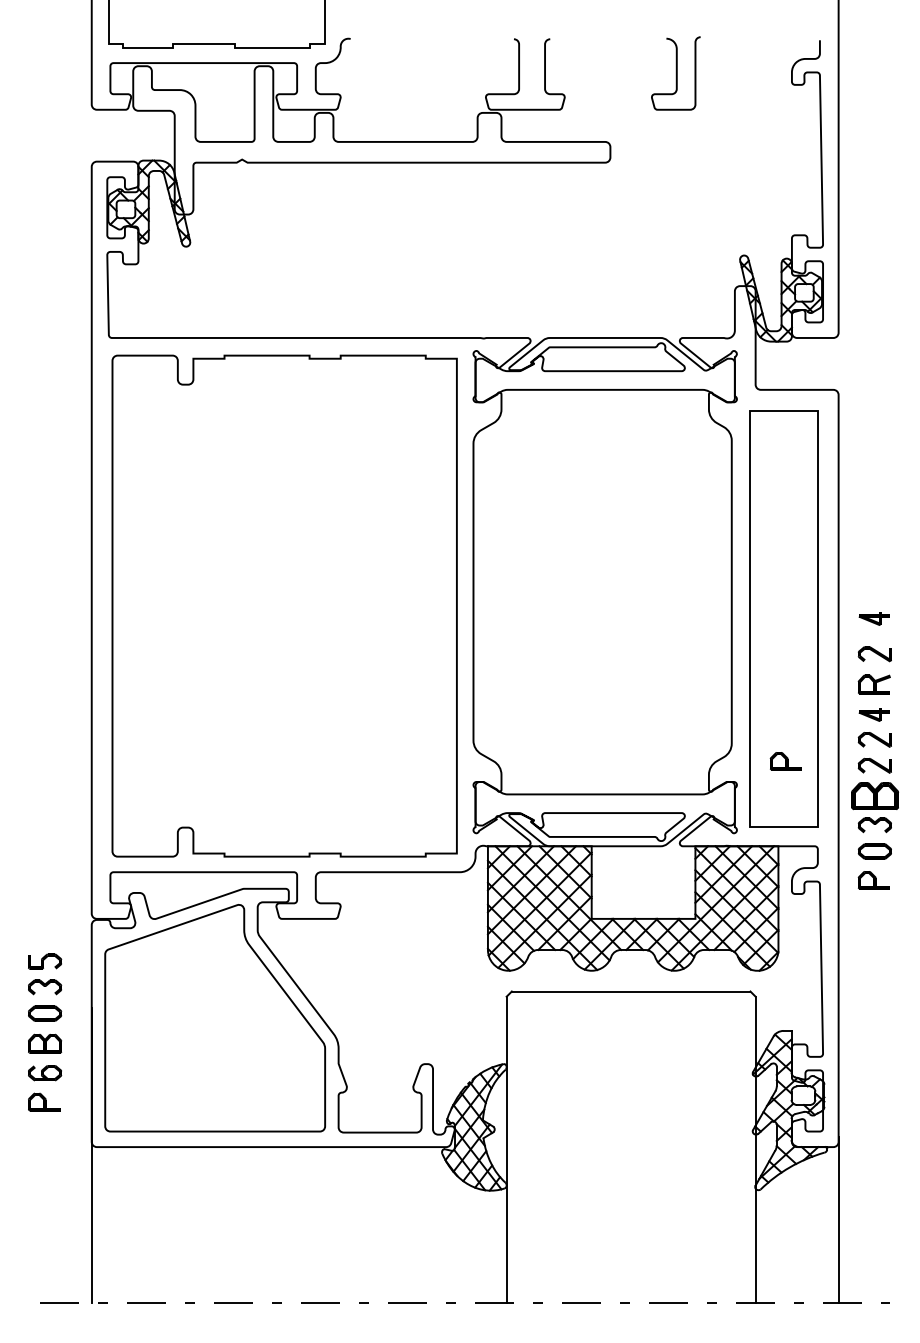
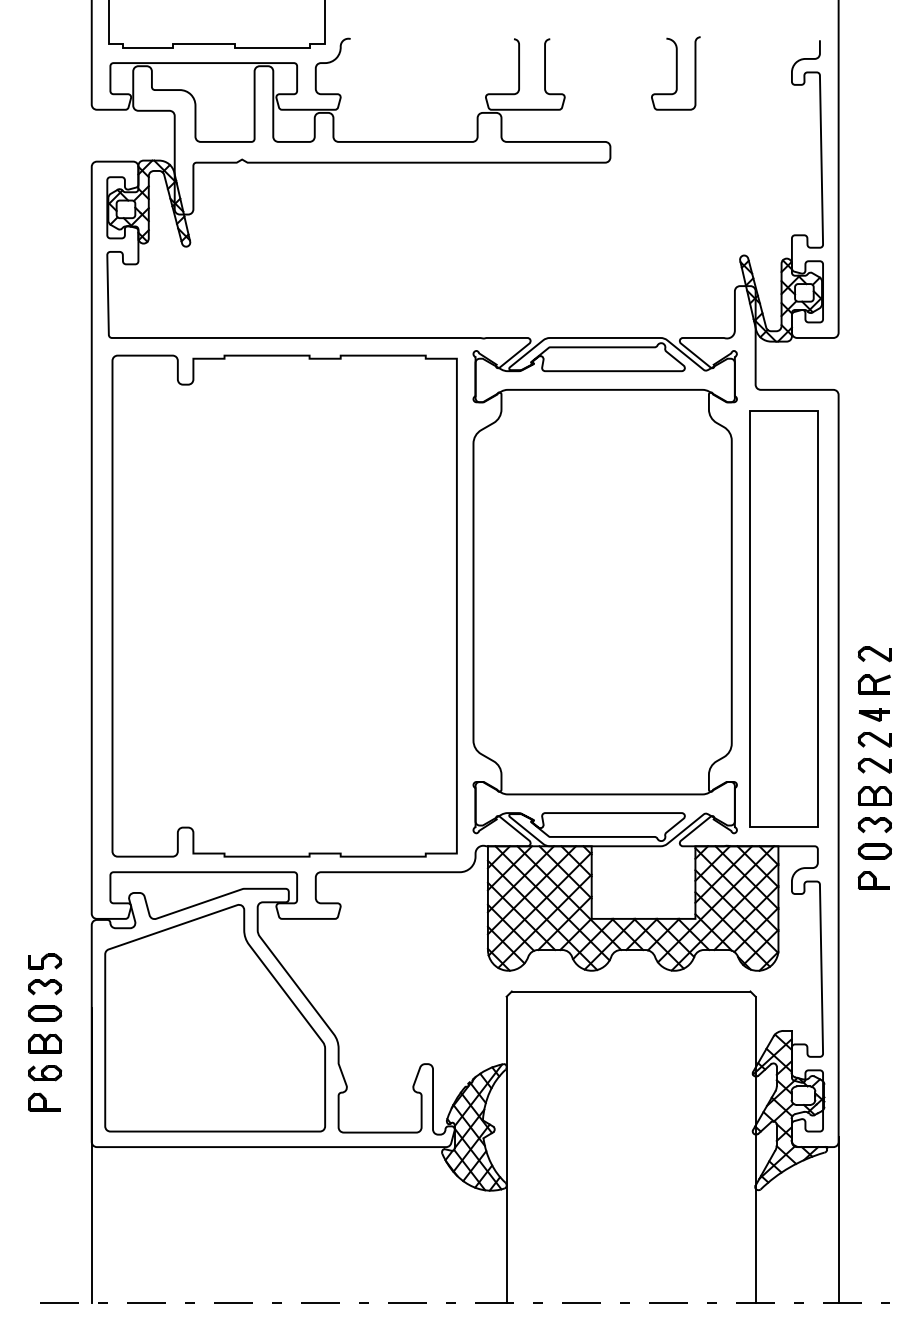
part at (873, 618): present -> none
part at (785, 761): present -> none
part at (874, 796) size: 48x29 px -> 35x20 px
